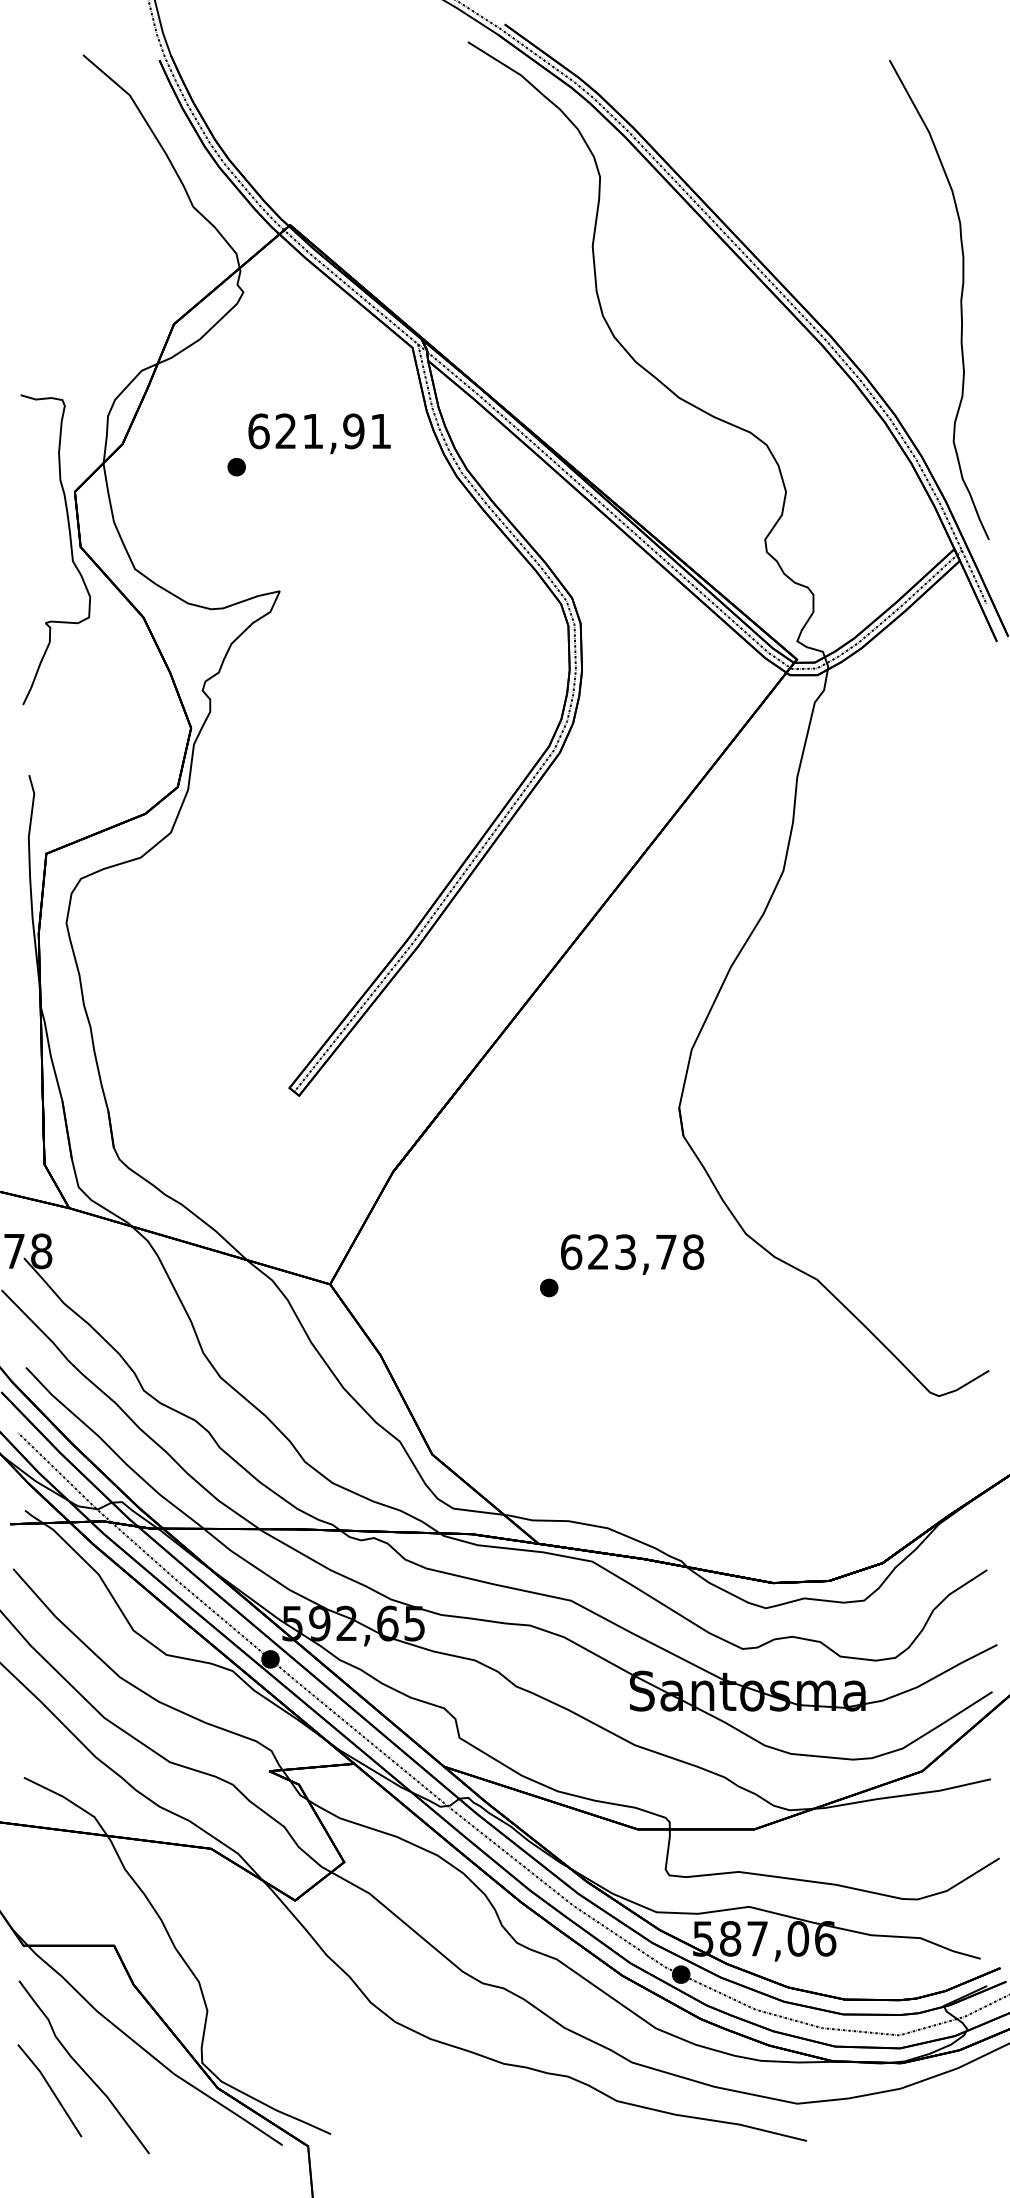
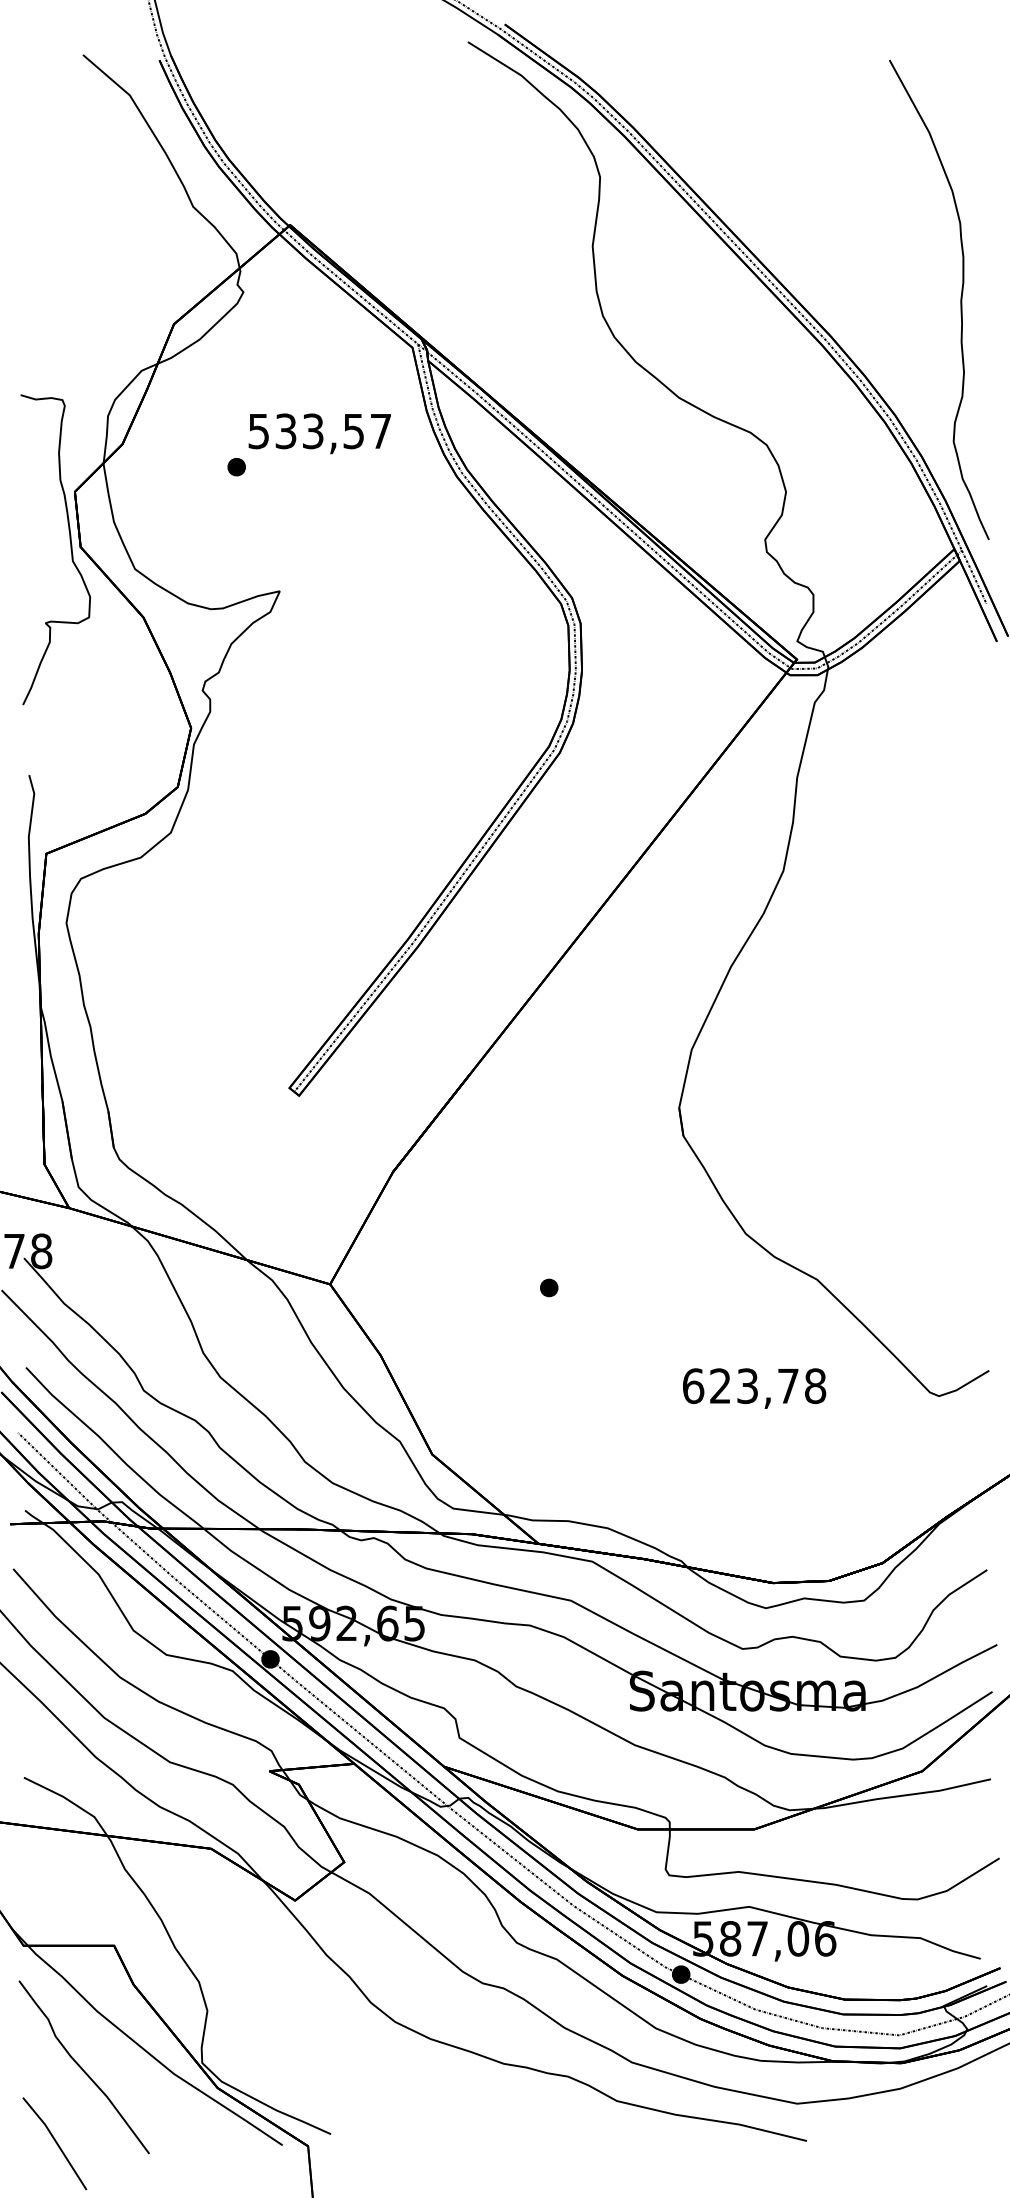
text at (319, 431): 621,91 -> 533,57
text at (632, 1254) position: (632, 1254) -> (754, 1388)
line at (50, 2089) position: (50, 2089) -> (55, 2142)
